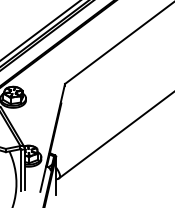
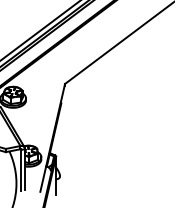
line at (114, 135): present -> none
